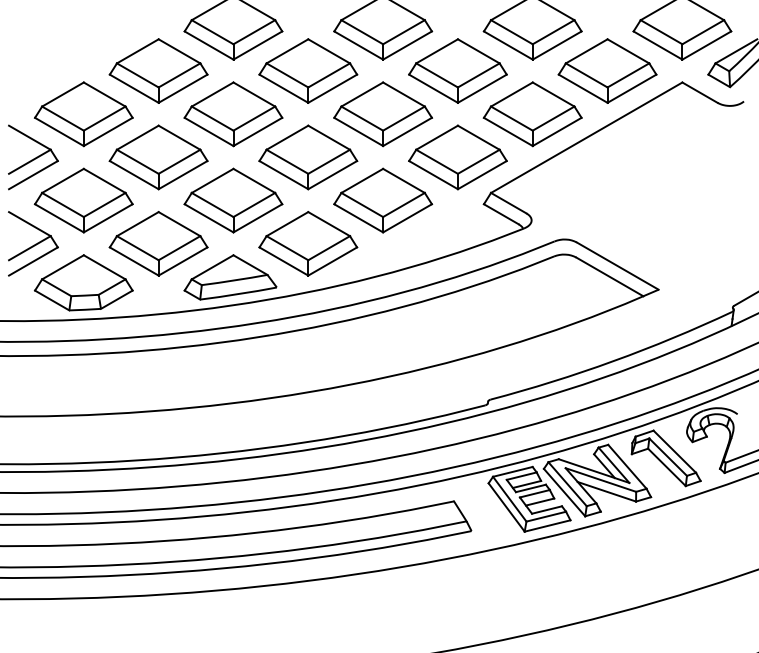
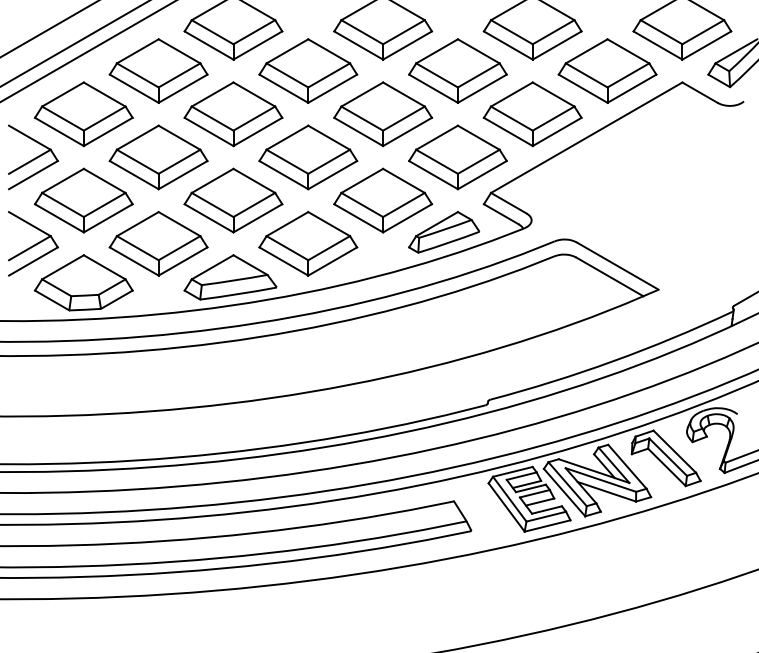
line at (49, 29): none -> present
line at (74, 43): none -> present
line at (87, 51): none -> present
part at (443, 232): none -> present
